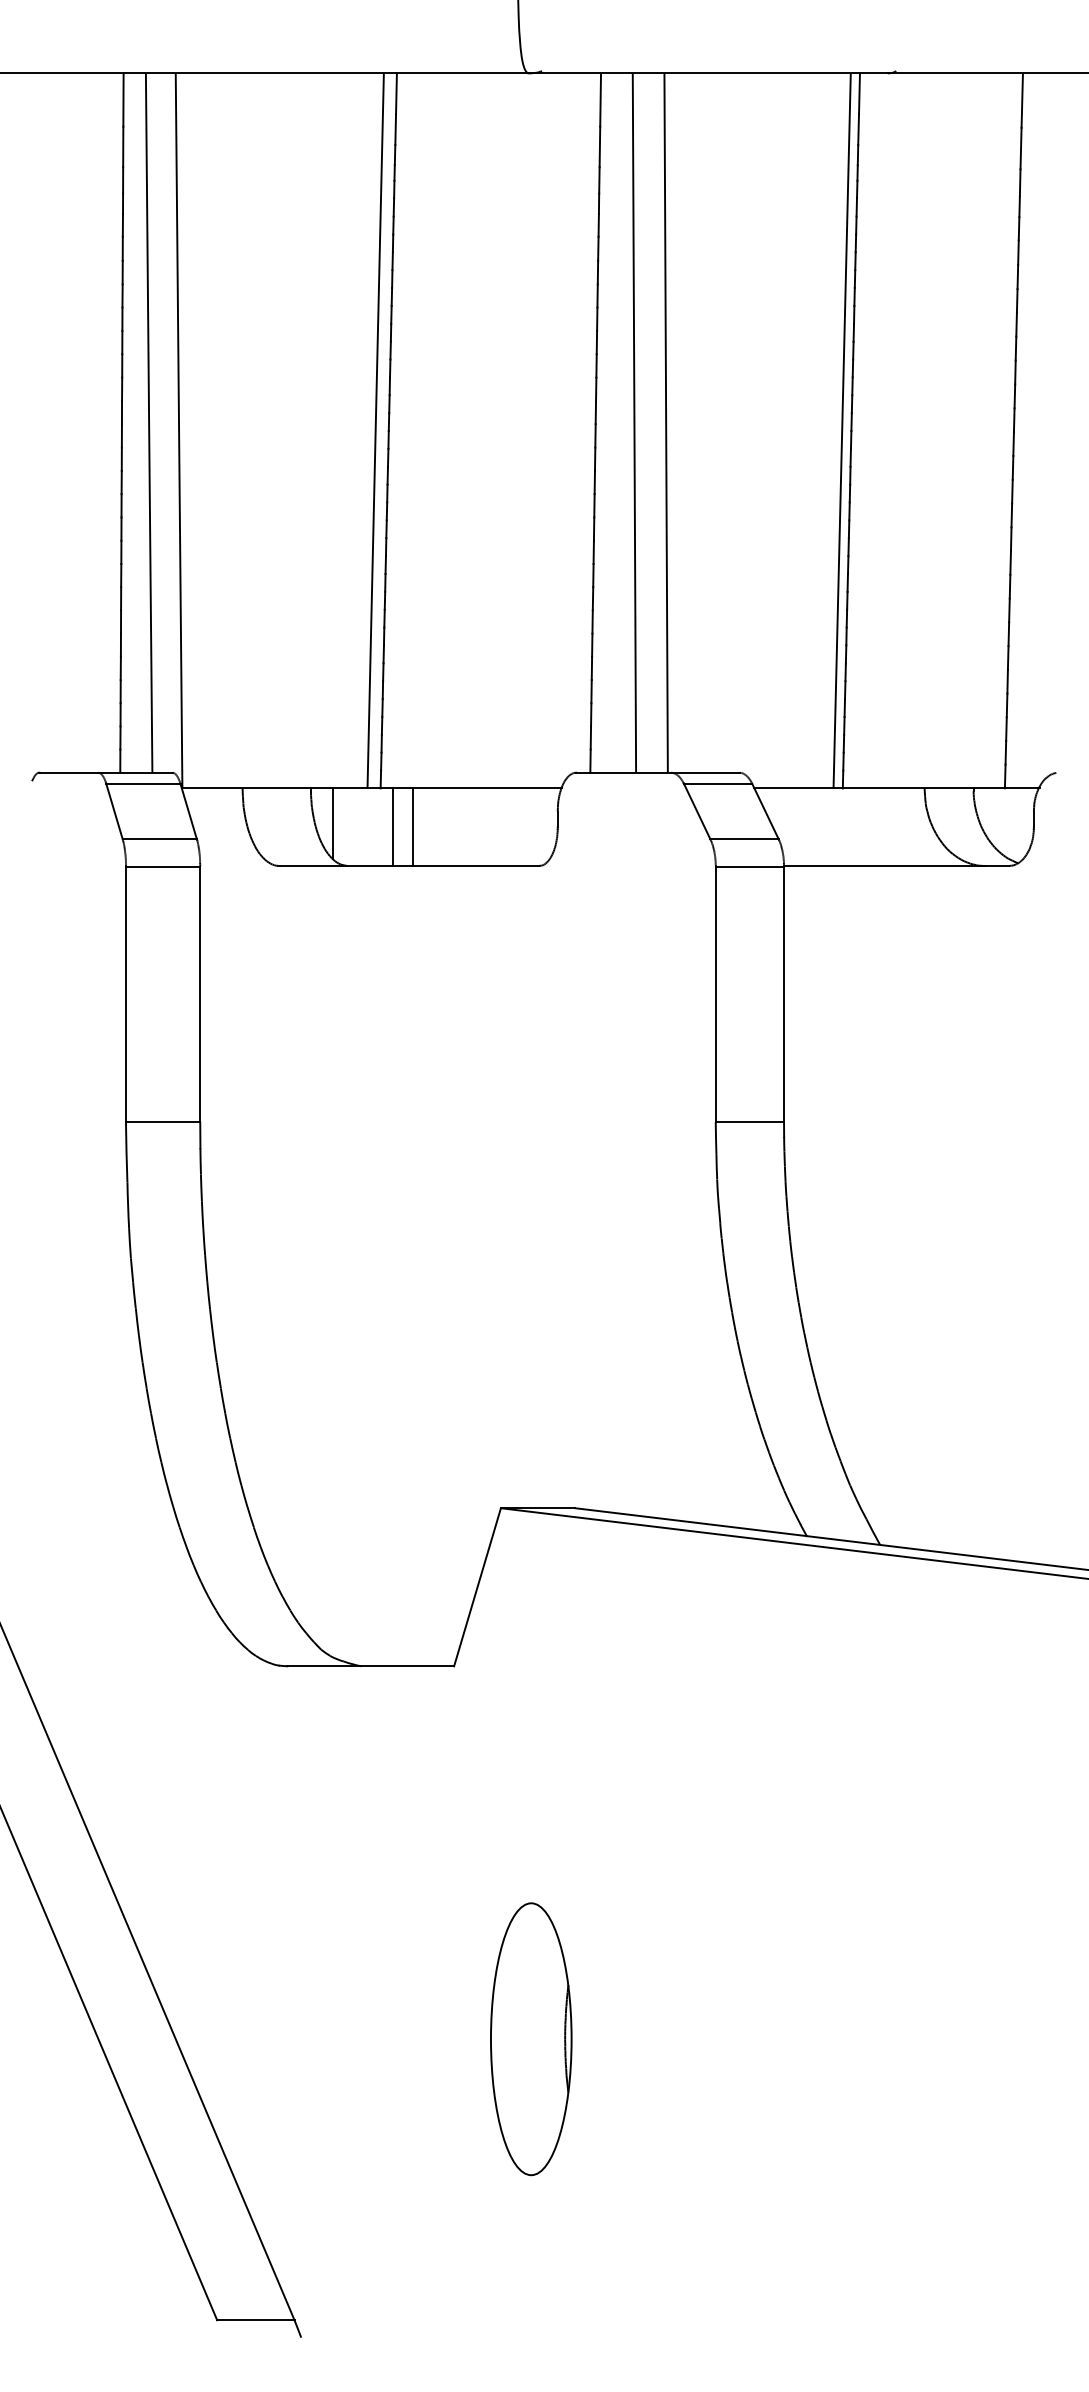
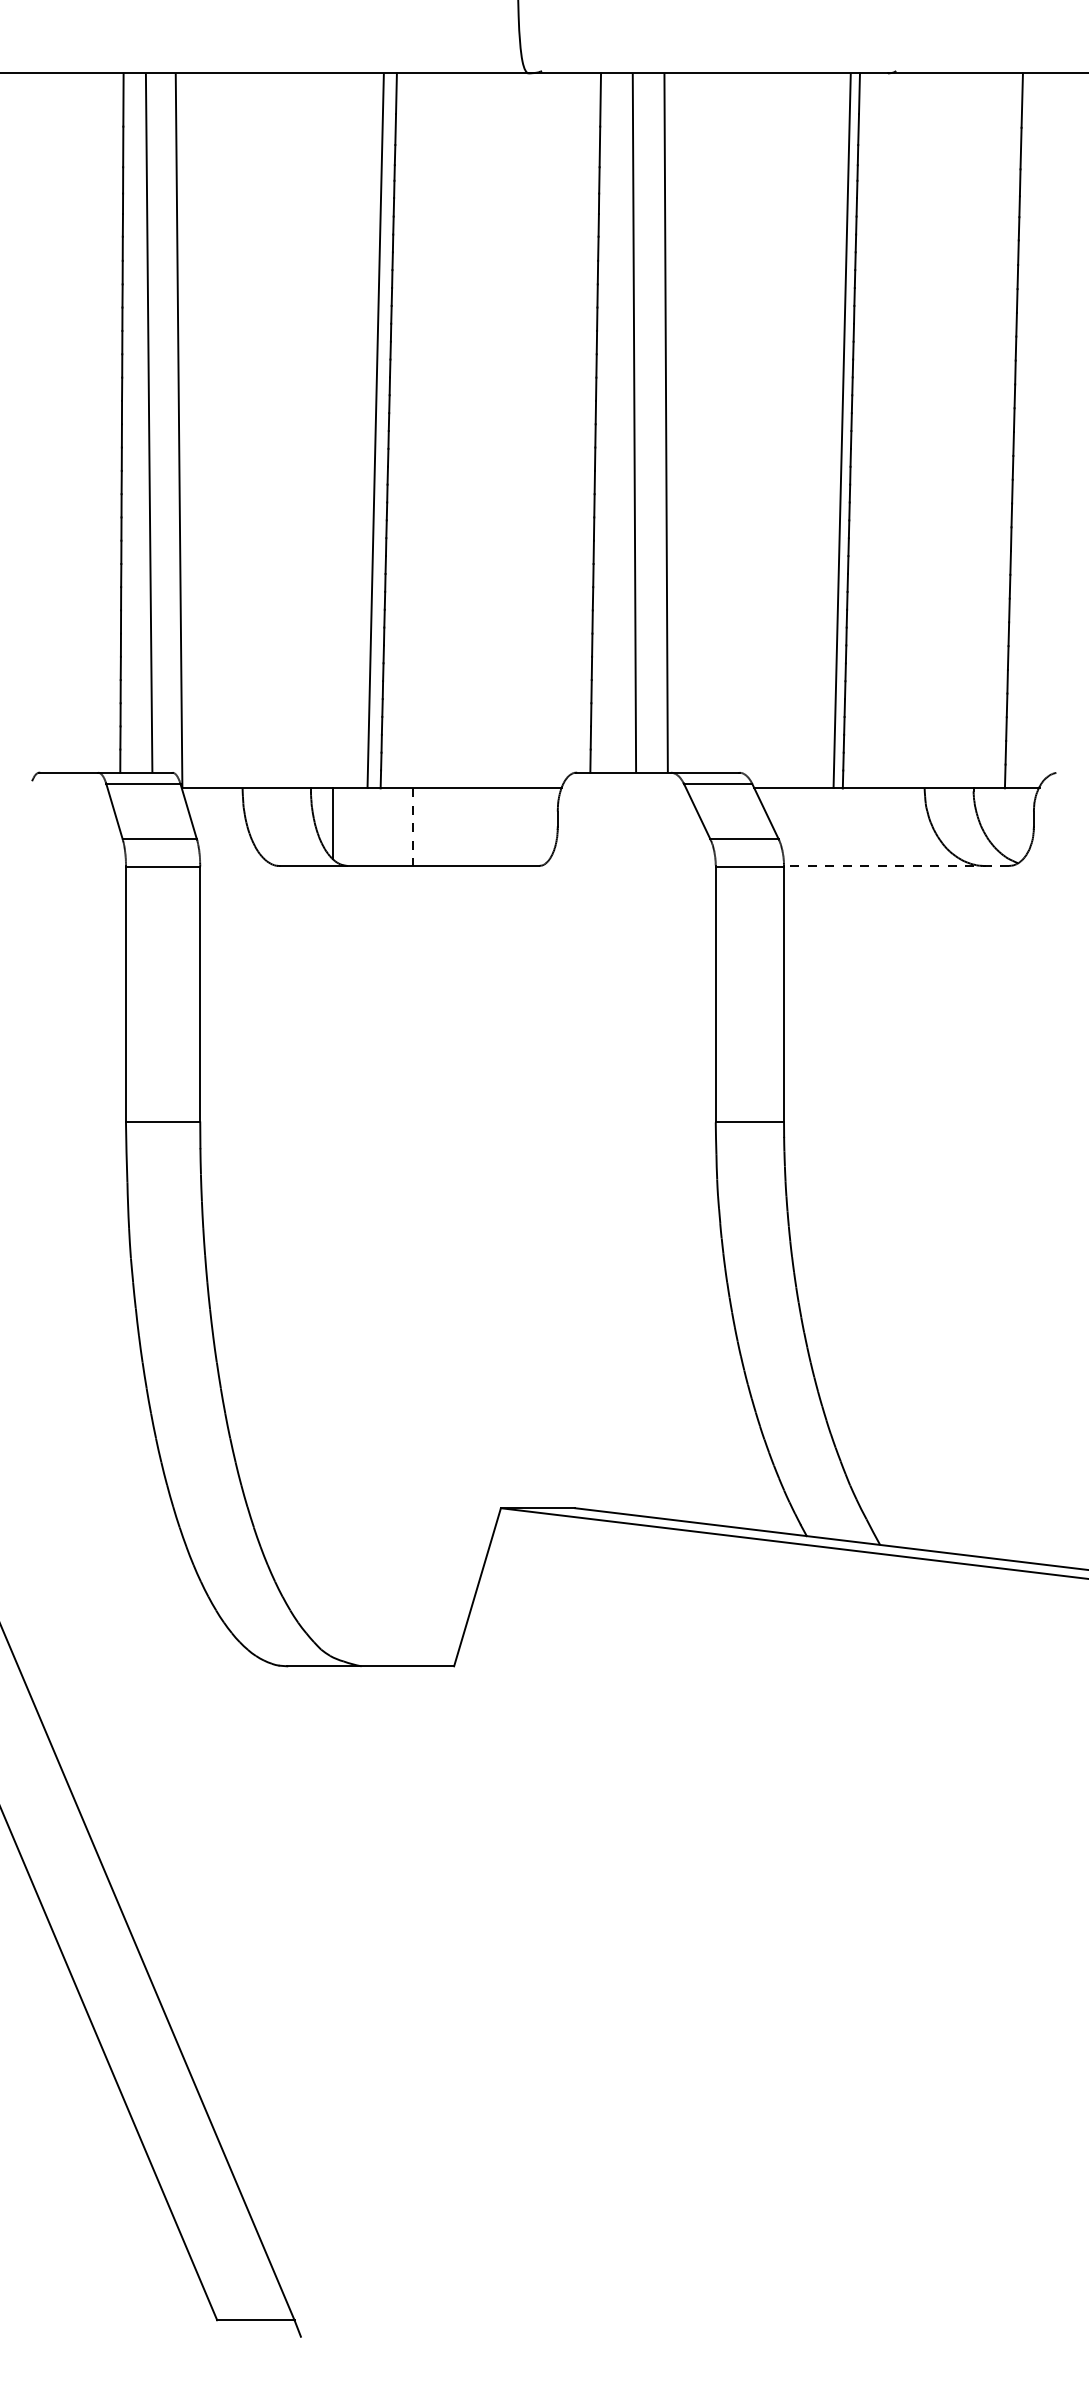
line at (392, 826): present -> none
line at (412, 827): solid -> dashed
line at (896, 865): solid -> dashed
part at (531, 2039): present -> none
